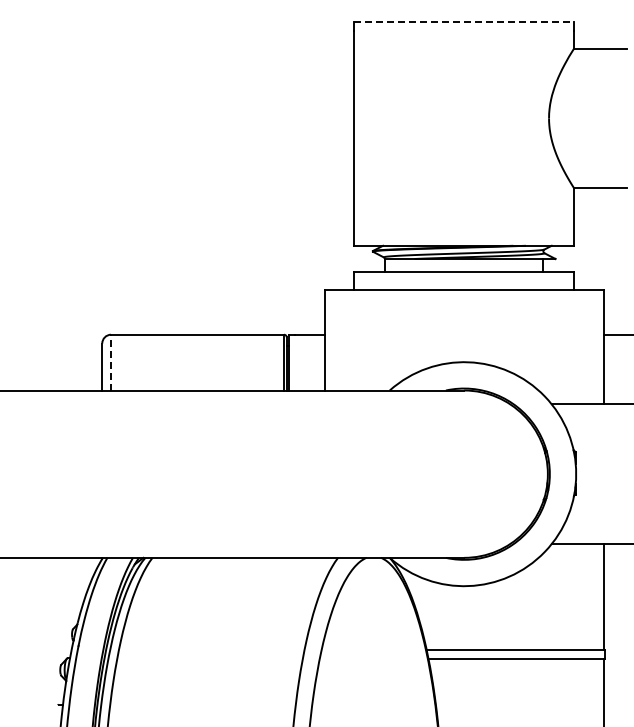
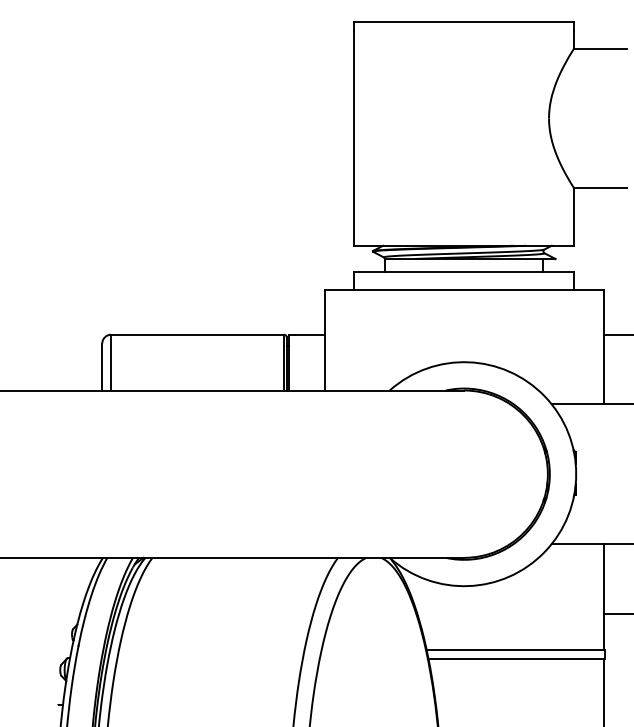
line at (464, 21): dashed -> solid
line at (111, 362): dashed -> solid
line at (616, 613): none -> present
